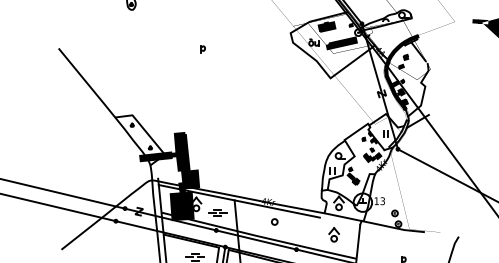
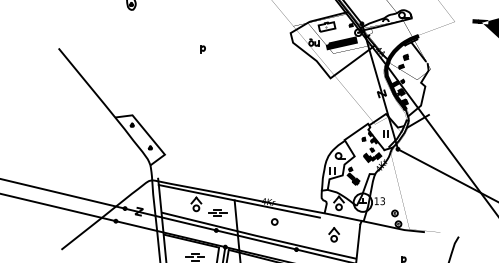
fill at (326, 26): present -> none
fill at (169, 176): present -> none
